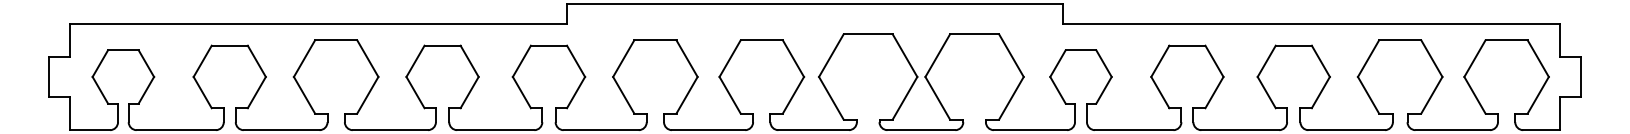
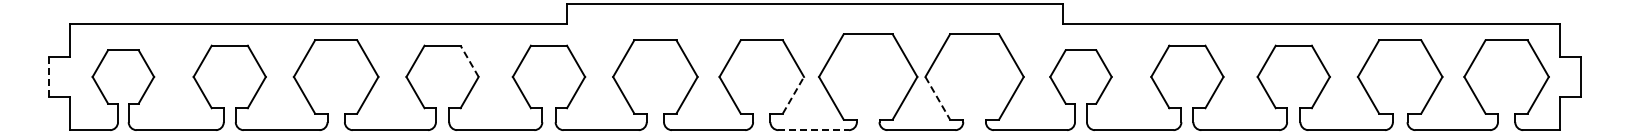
line at (469, 60): solid -> dashed
line at (48, 76): solid -> dashed
line at (793, 94): solid -> dashed
line at (937, 98): solid -> dashed
line at (814, 130): solid -> dashed
